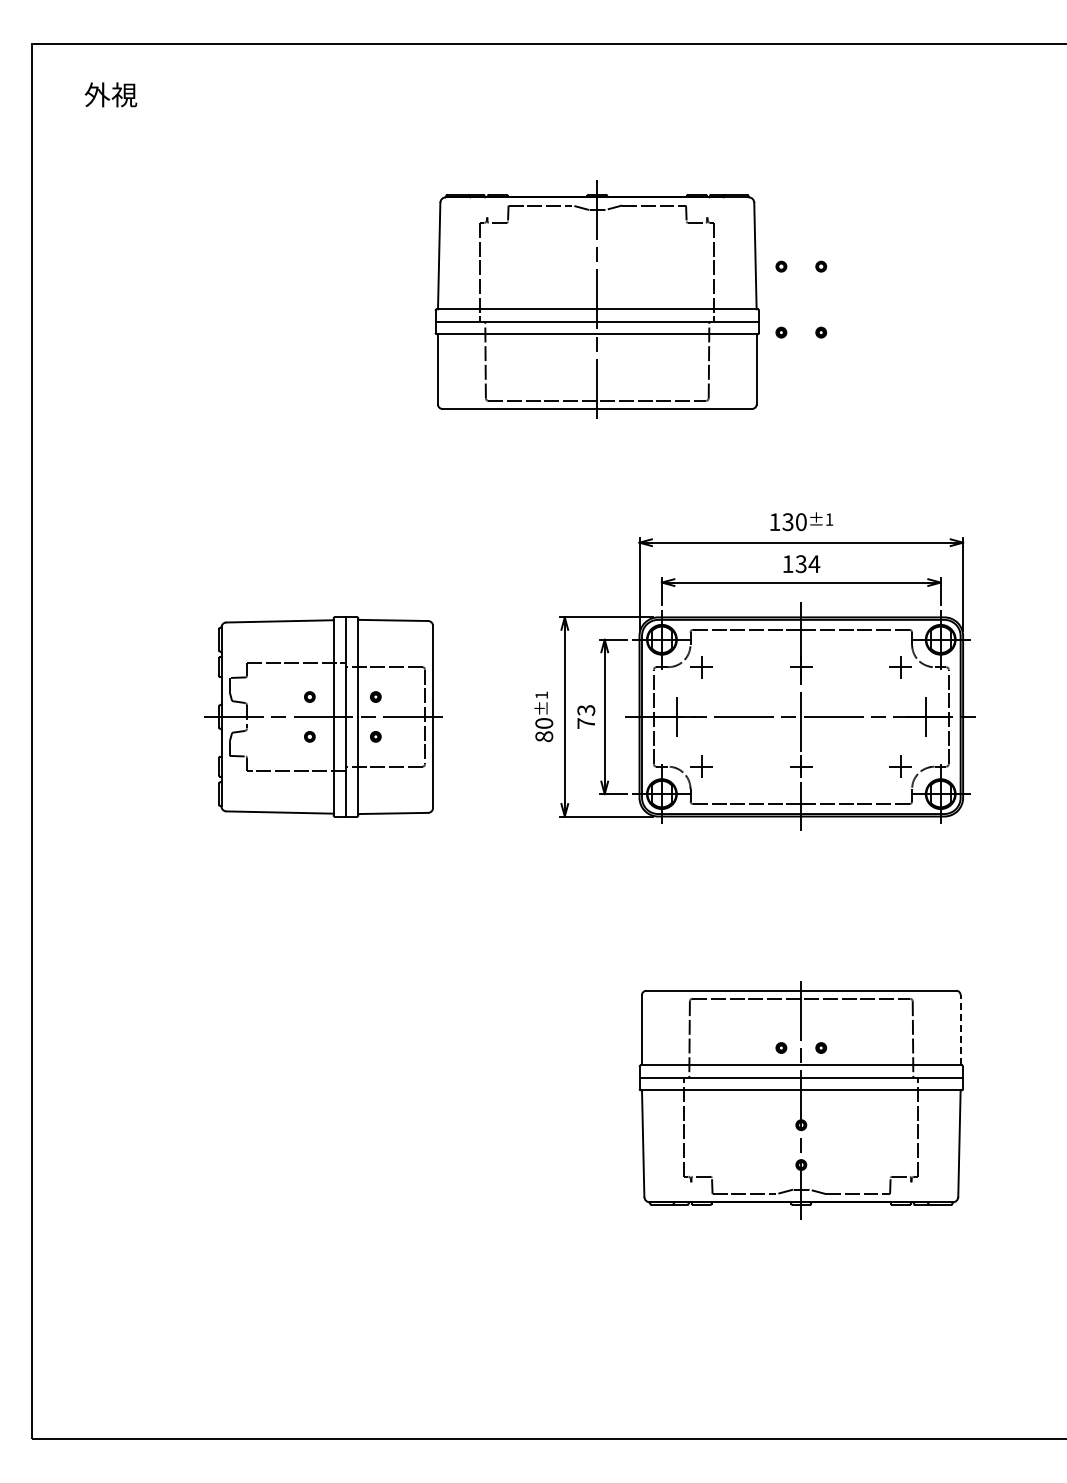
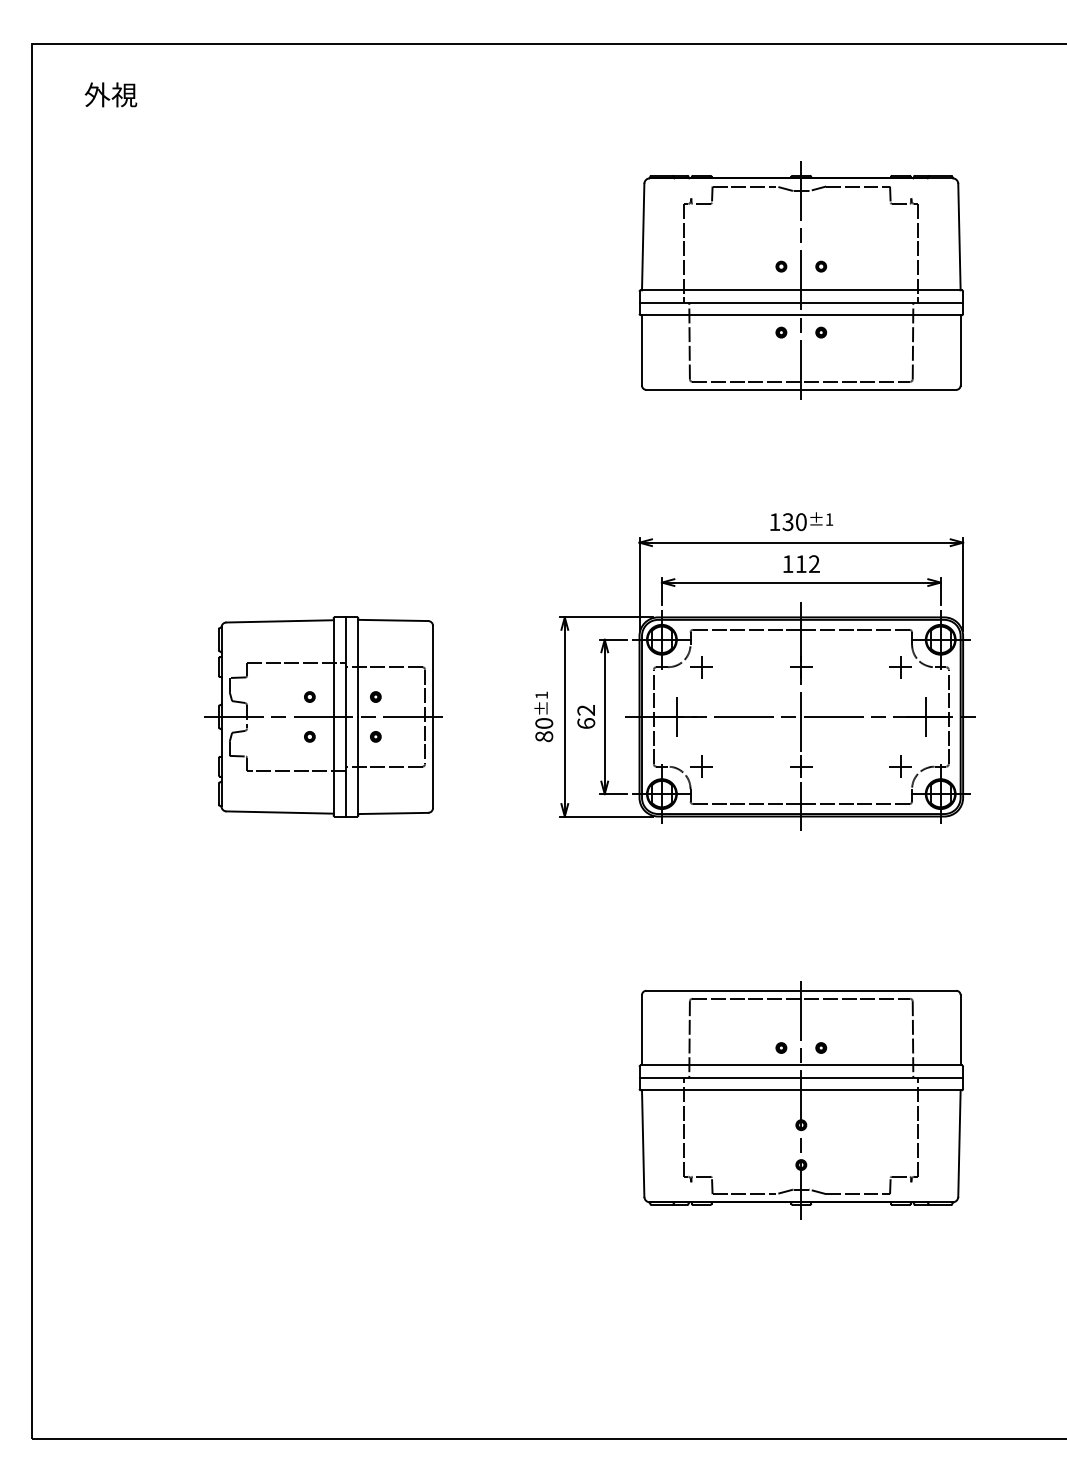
part at (596, 299) position: (596, 299) -> (800, 280)
text at (807, 564): 134 -> 112
text at (586, 716): 73 -> 62
line at (960, 1029): dashed -> solid
